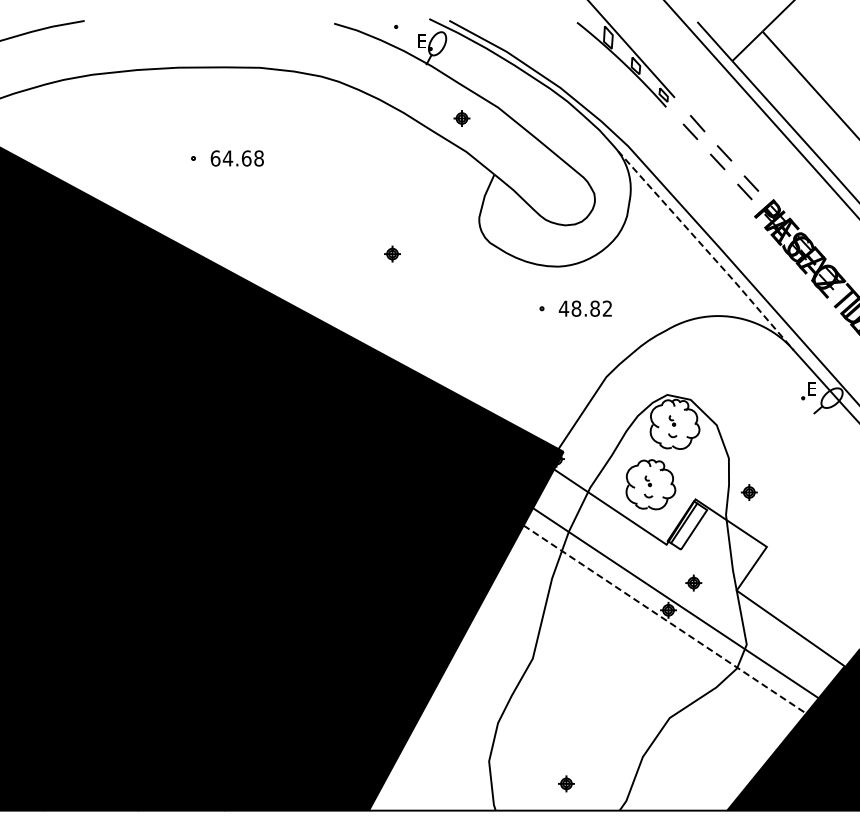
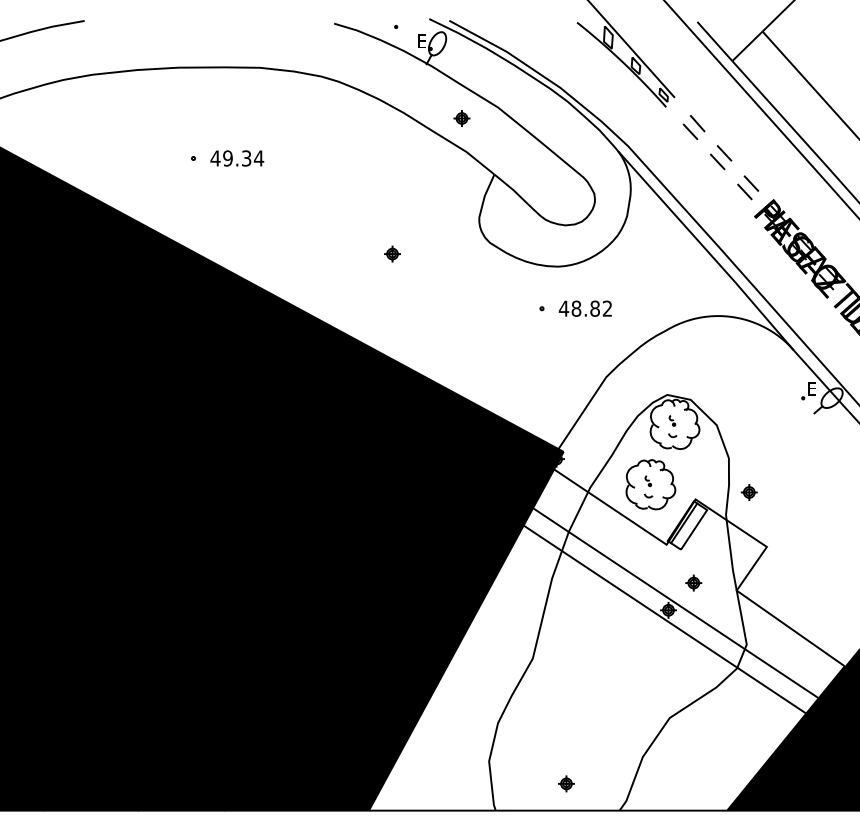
text at (237, 158): 64.68 -> 49.34
line at (707, 251): dashed -> solid
line at (664, 619): dashed -> solid
